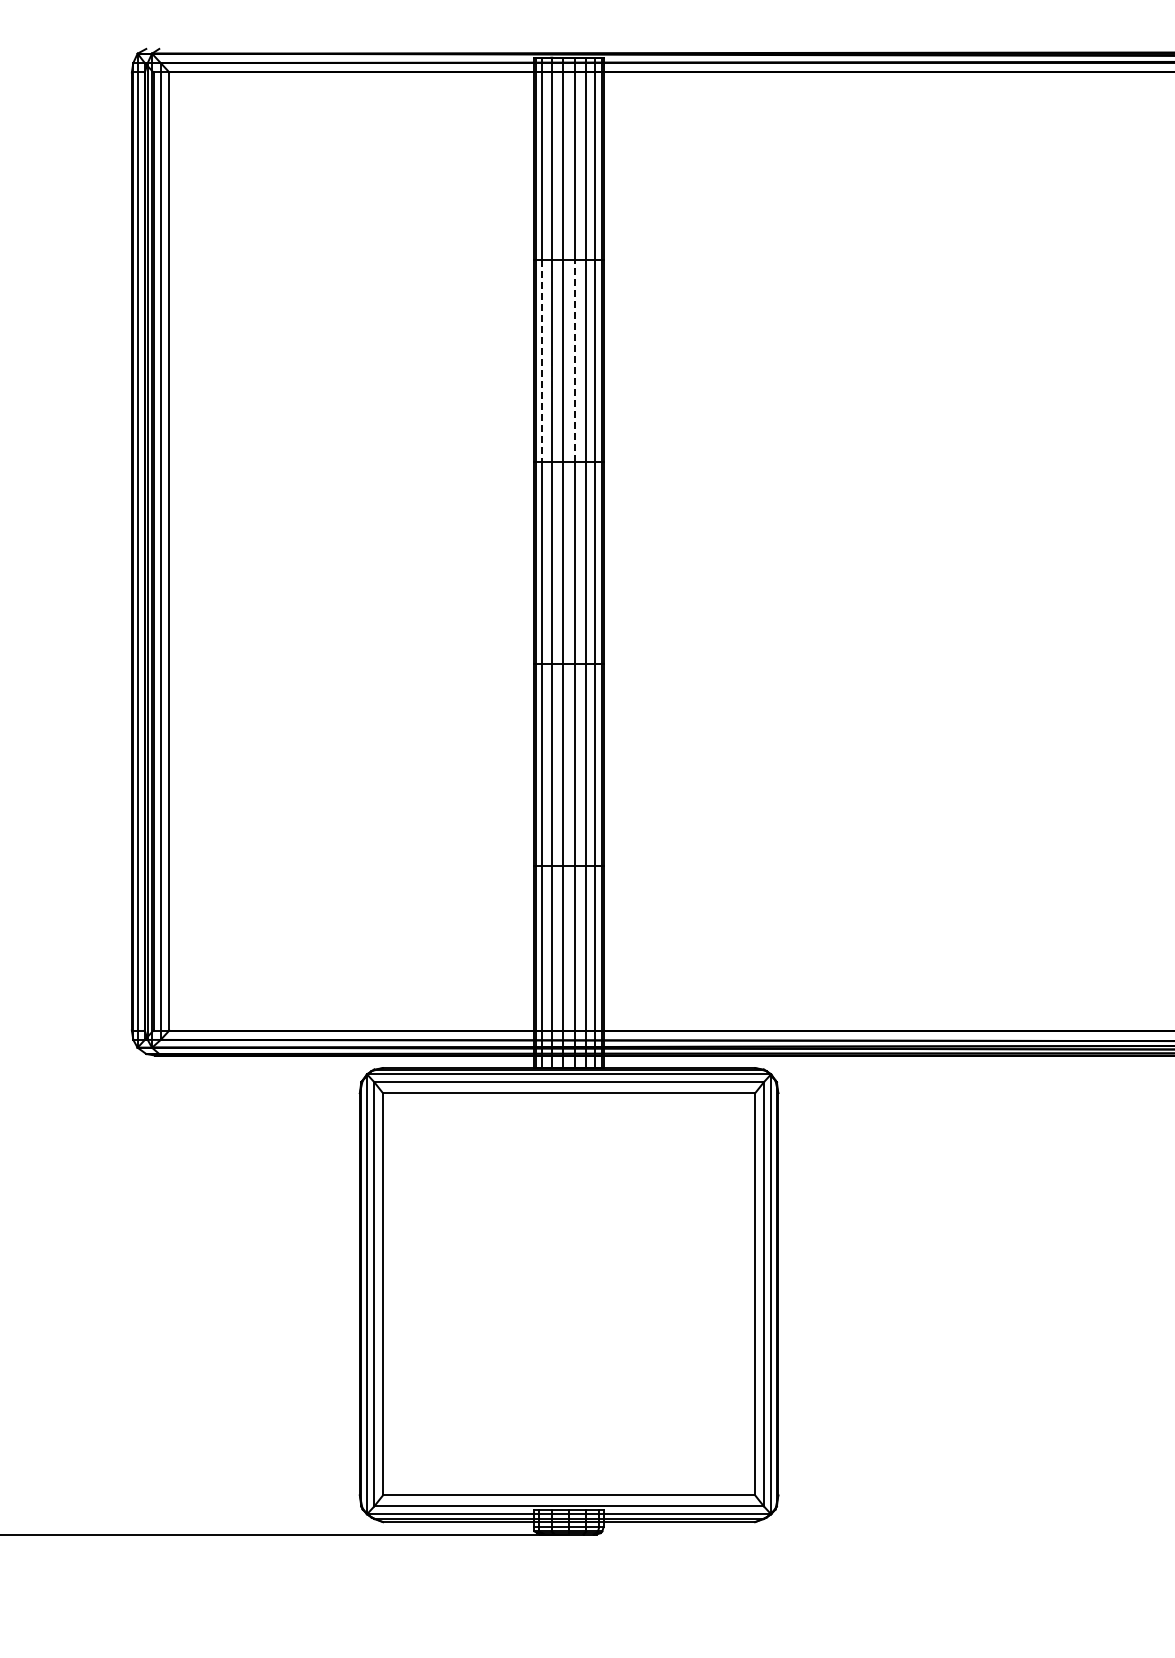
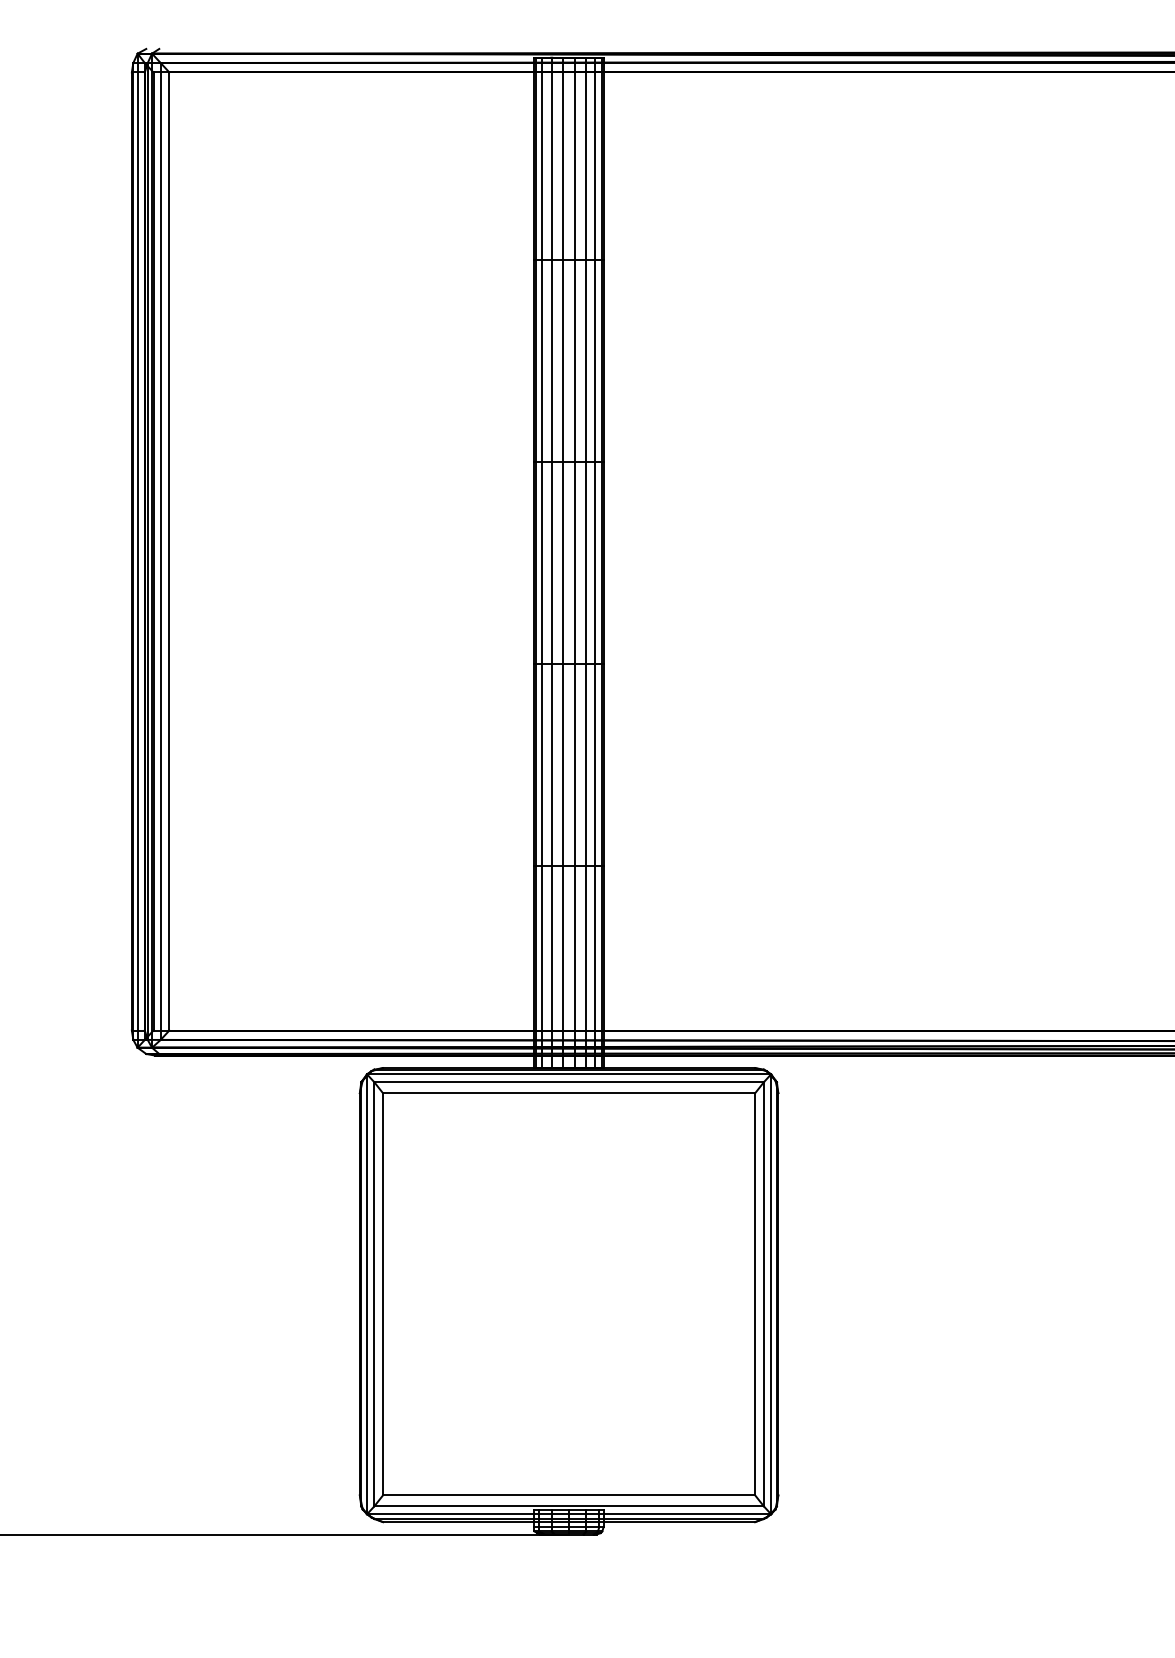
line at (541, 361): dashed -> solid
line at (574, 361): dashed -> solid
